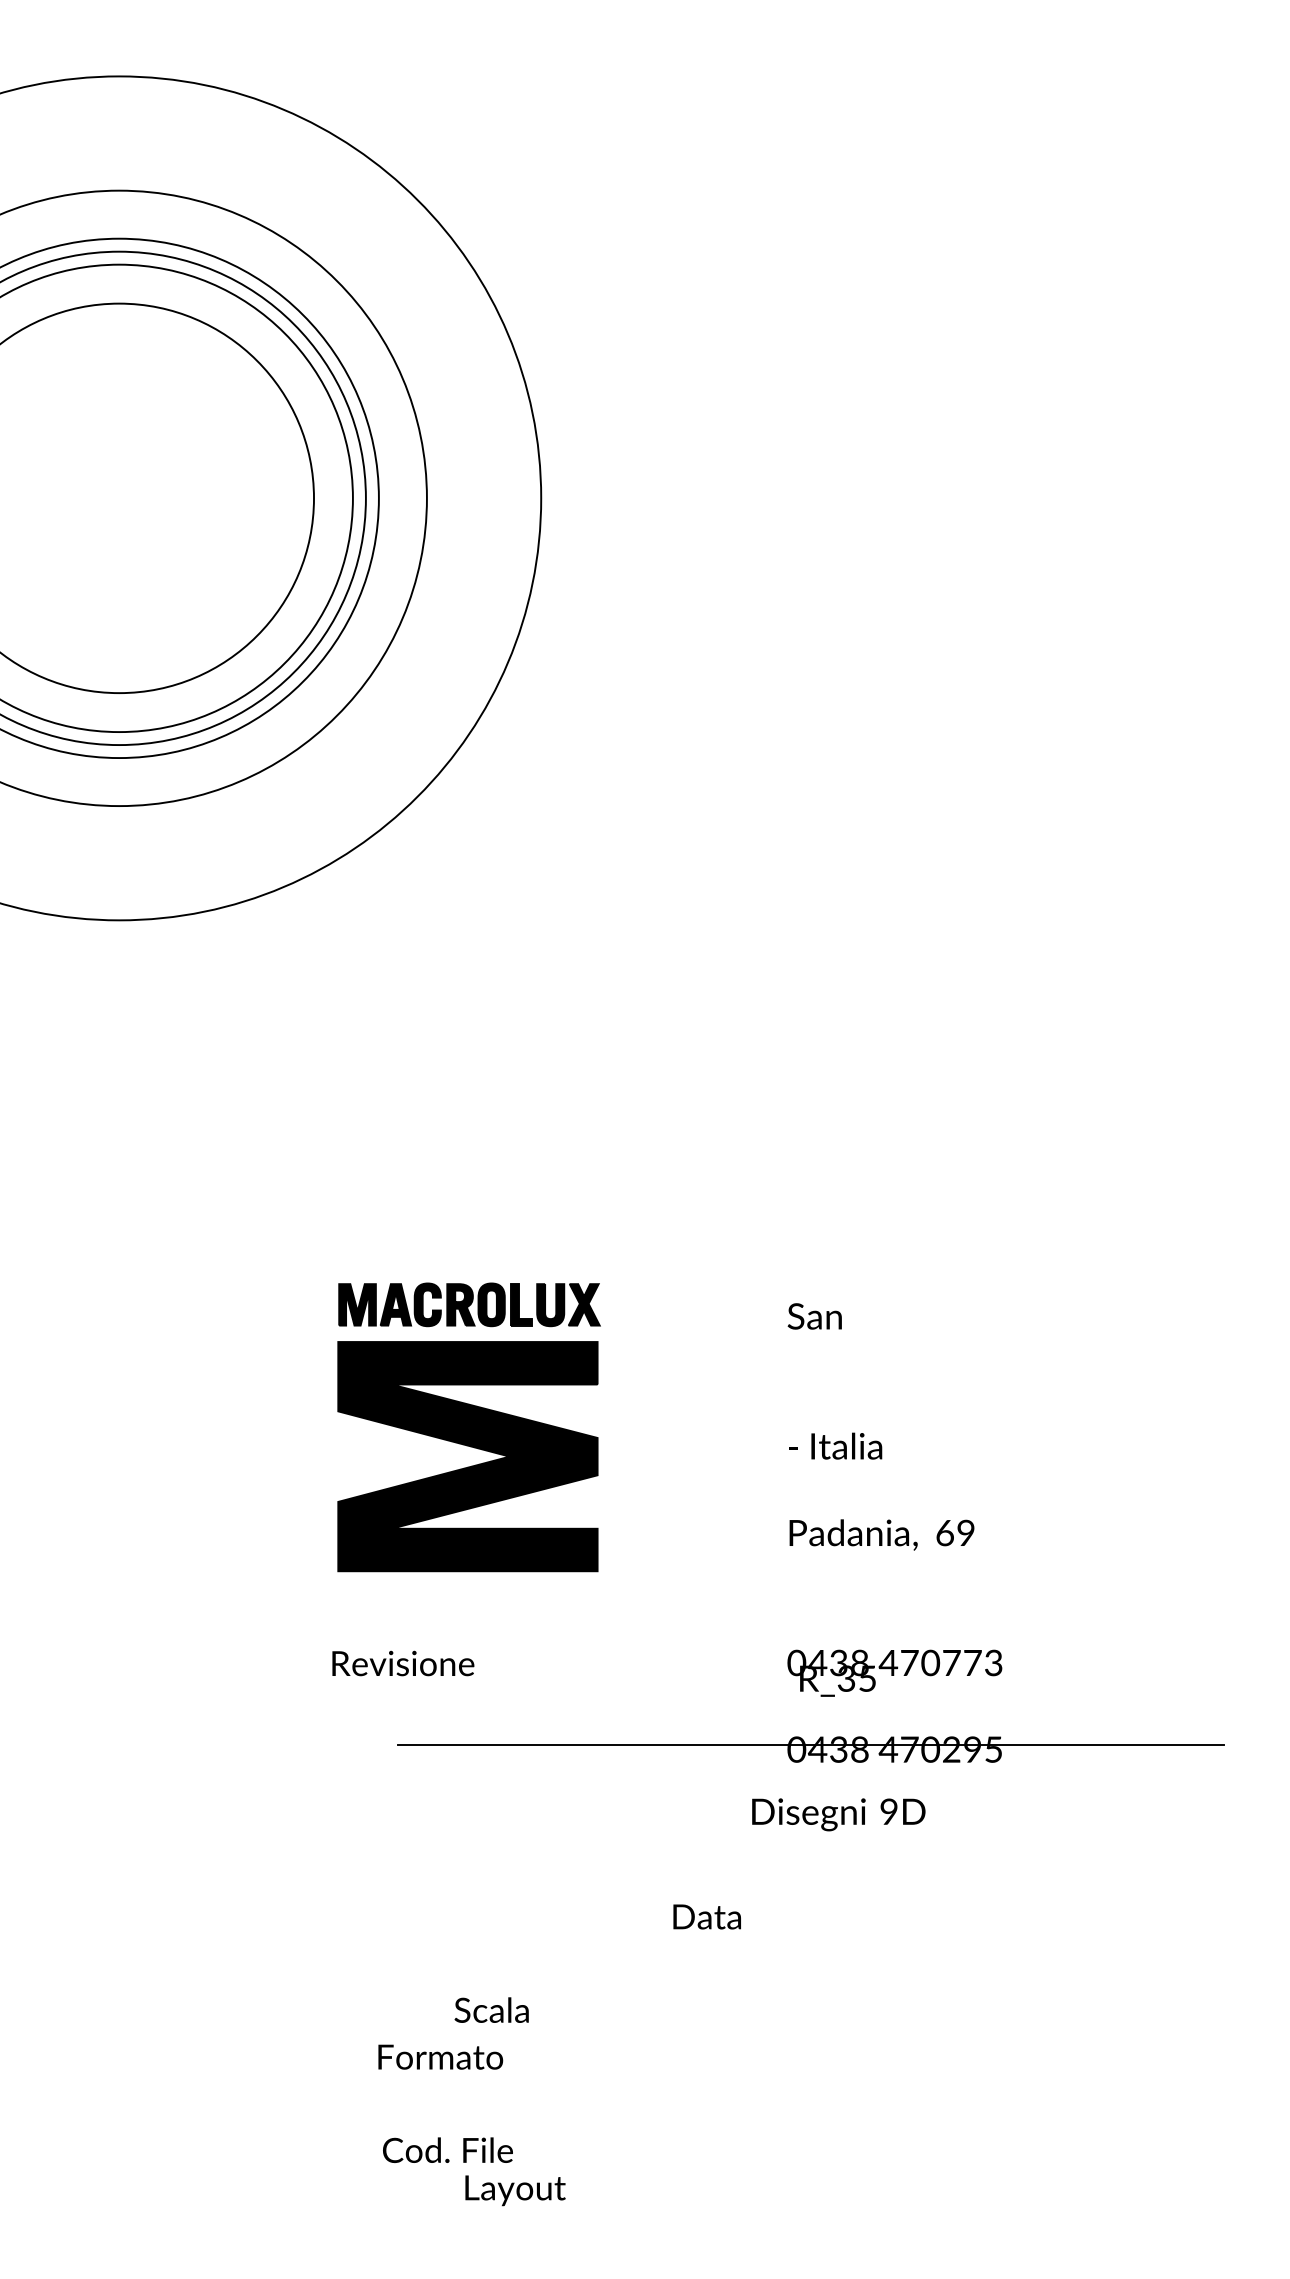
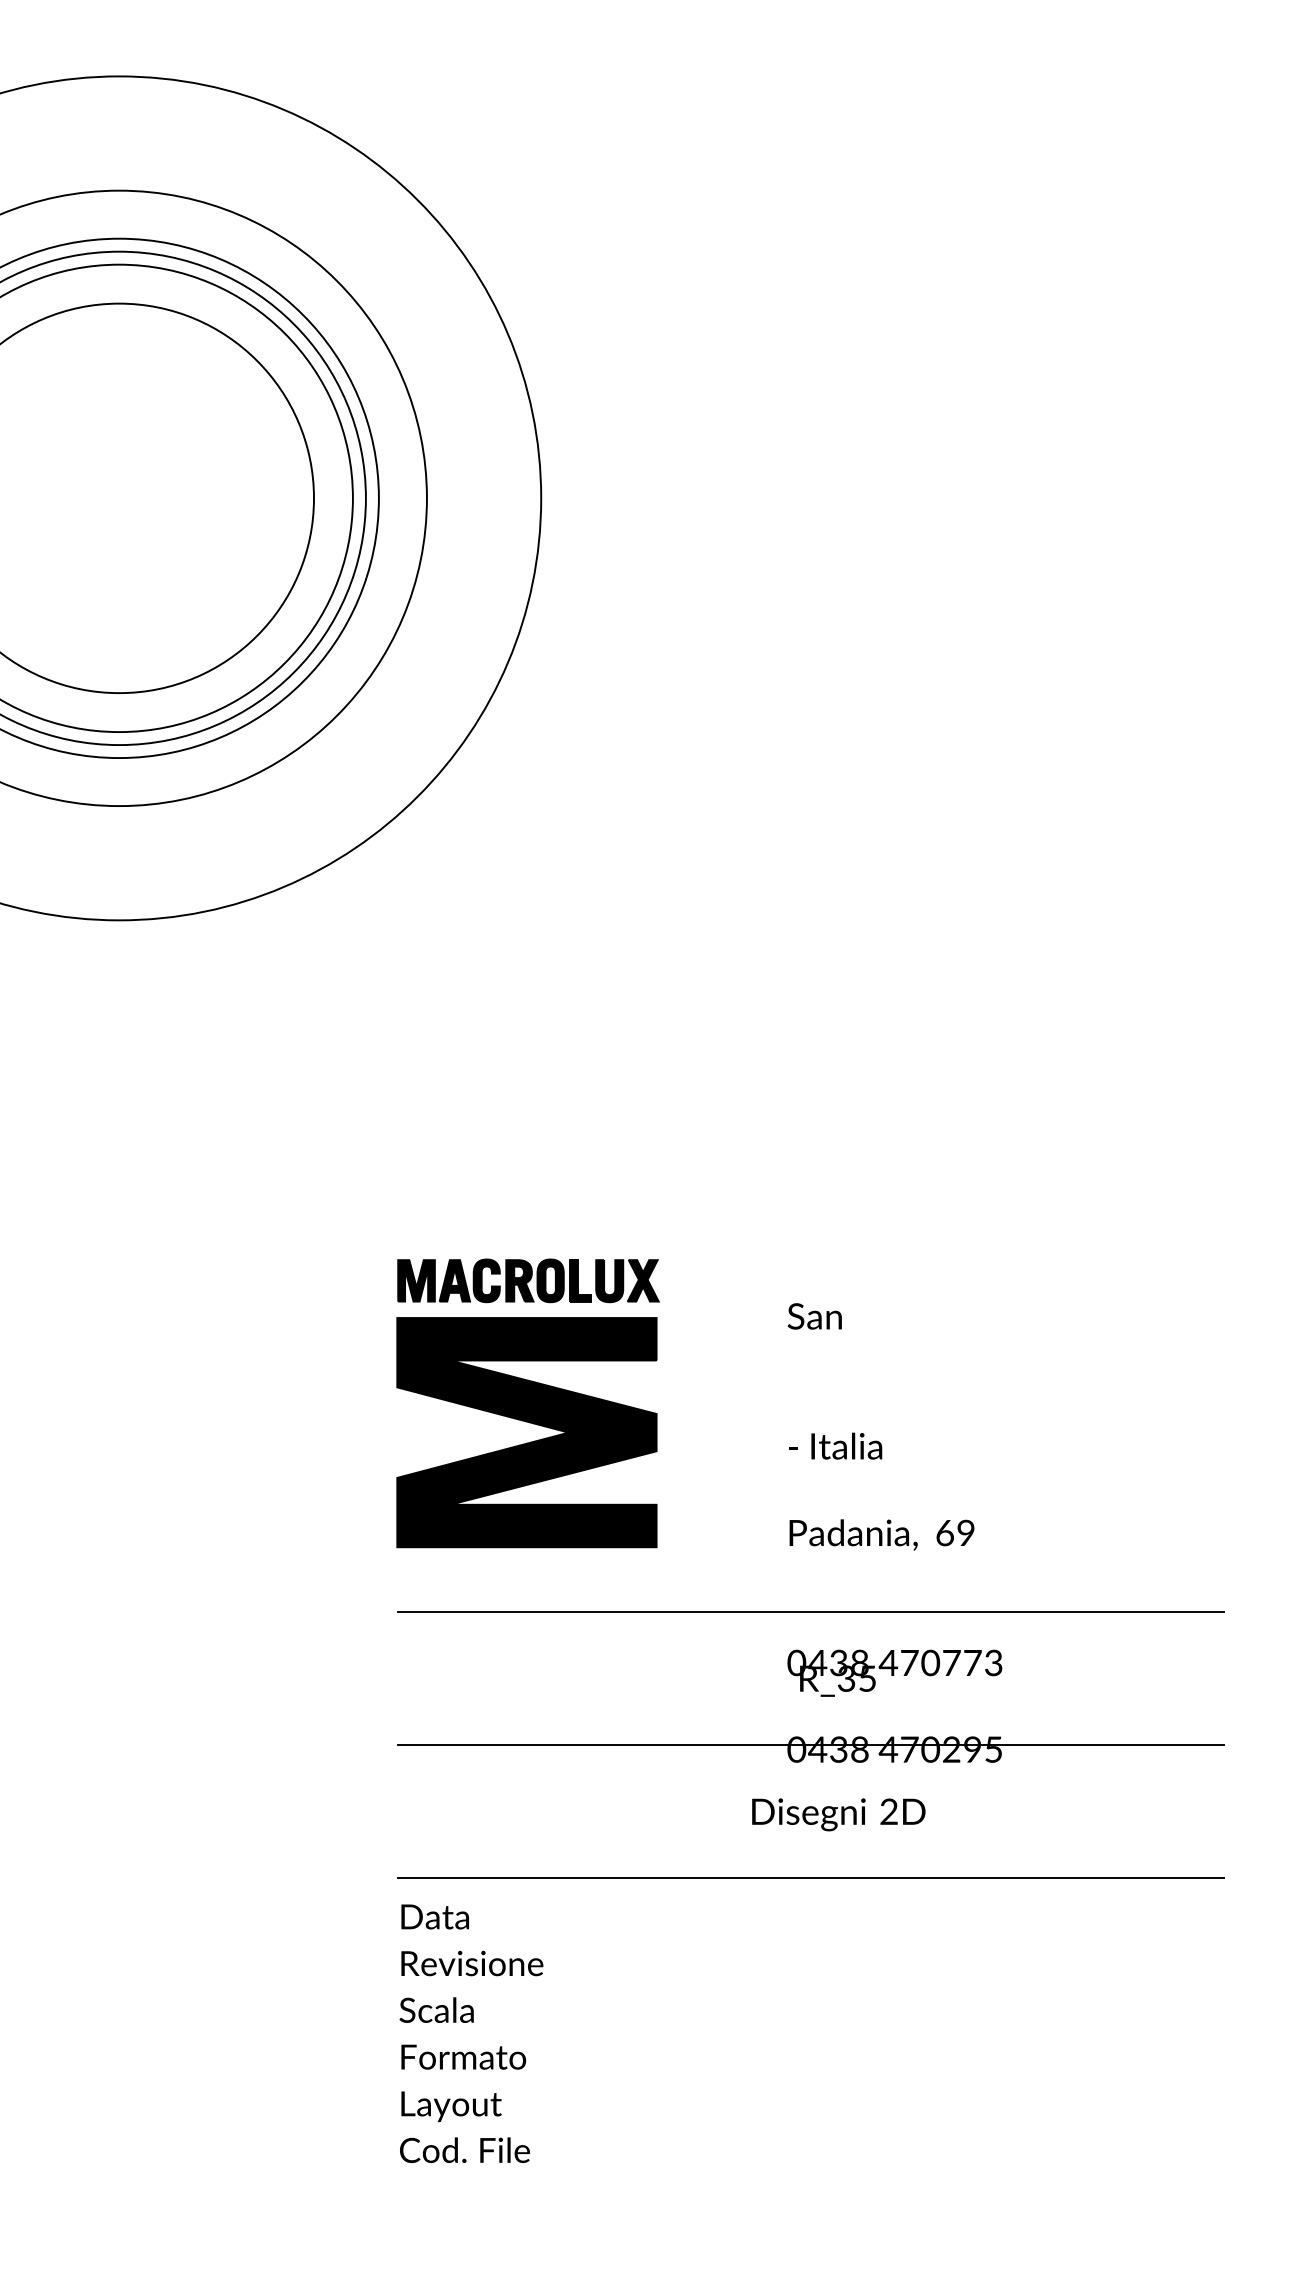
part at (468, 1427) position: (468, 1427) -> (527, 1403)
line at (811, 1612): none -> present
text at (403, 1663) position: (403, 1663) -> (472, 1963)
text at (888, 1811): 9D -> 2D
line at (811, 1878): none -> present
text at (706, 1916) position: (706, 1916) -> (434, 1916)
text at (491, 2009) position: (491, 2009) -> (436, 2009)
text at (440, 2056) position: (440, 2056) -> (463, 2056)
text at (447, 2149) position: (447, 2149) -> (464, 2149)
text at (515, 2190) position: (515, 2190) -> (451, 2106)
